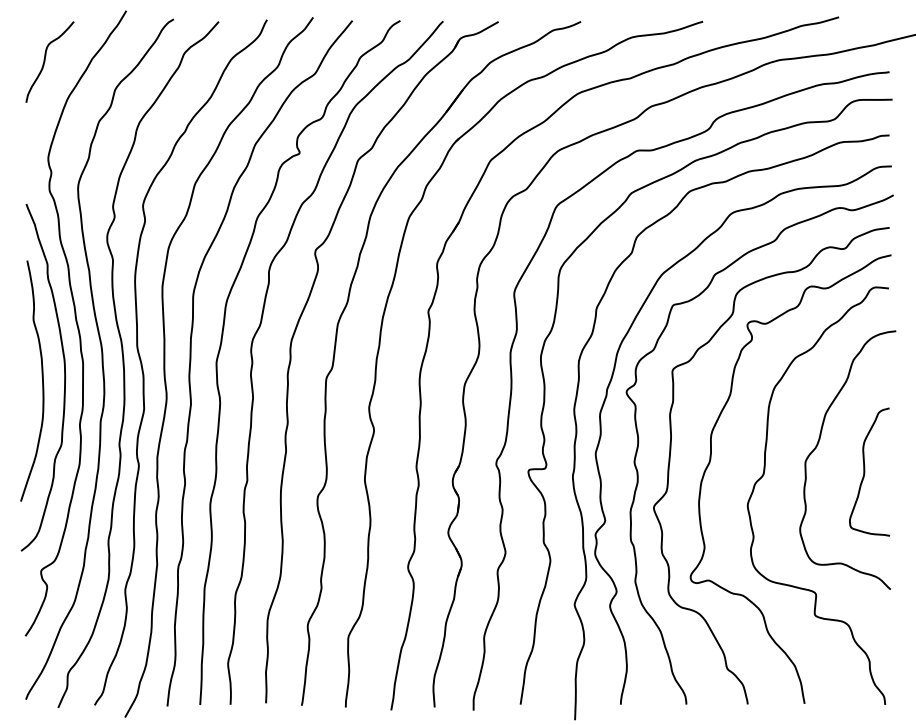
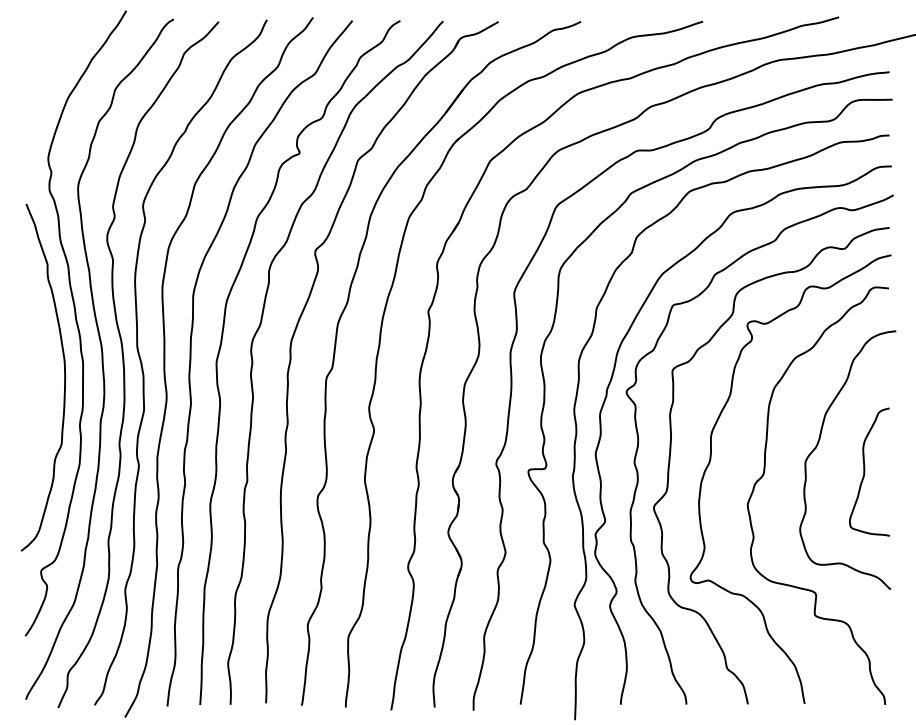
curve at (45, 61): present -> none
curve at (41, 376): present -> none
